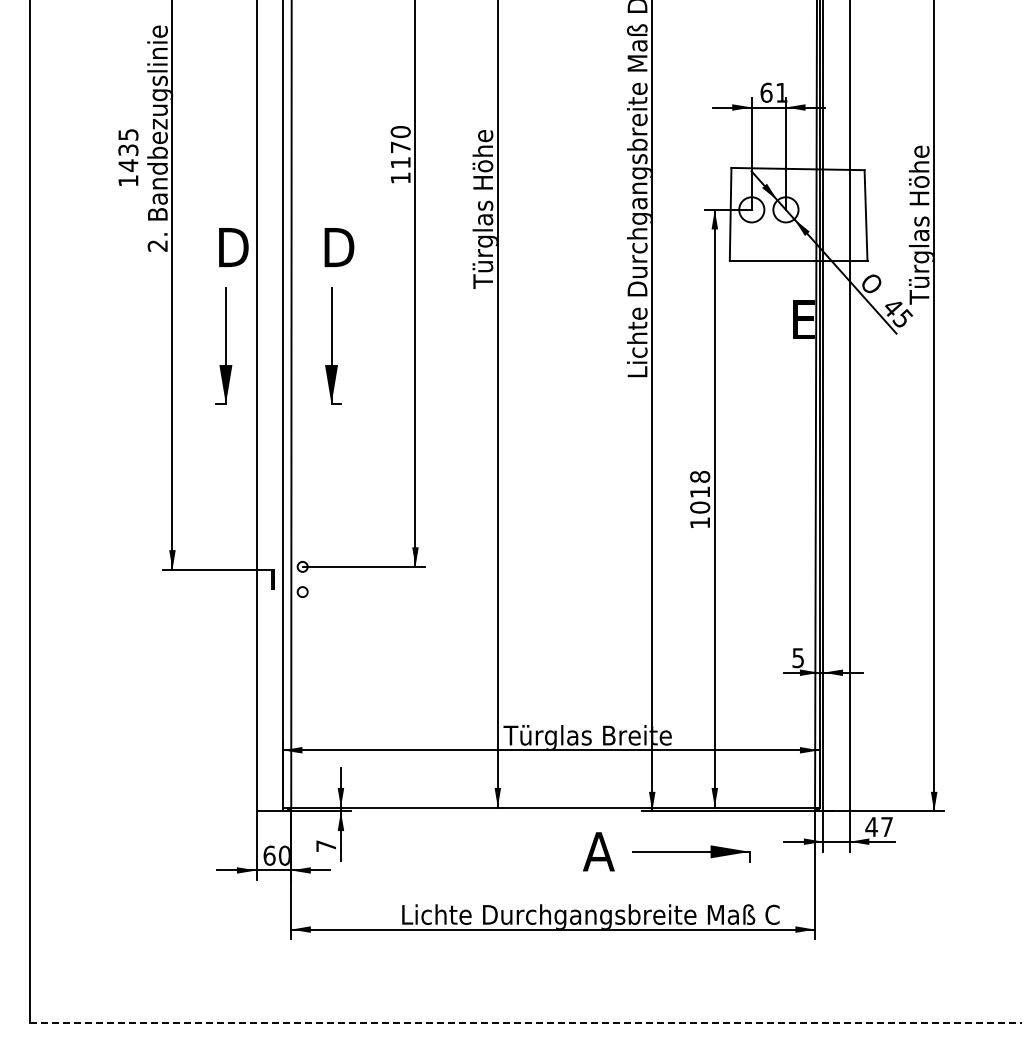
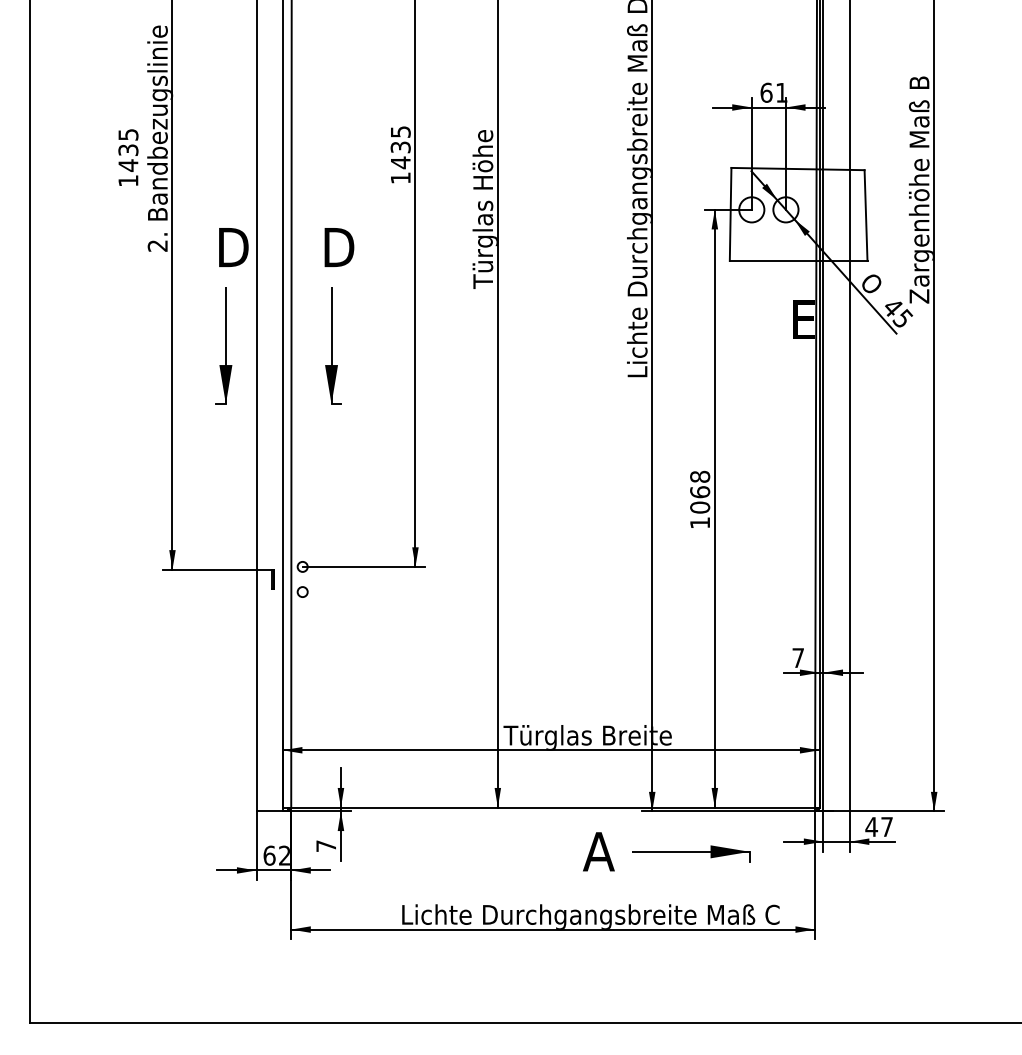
text at (400, 147): 1170 -> 1435
text at (920, 190): Türglas Höhe -> Zargenhöhe Maß B
text at (700, 492): 1018 -> 1068
text at (797, 658): 5 -> 7
text at (284, 855): 60 -> 62
line at (526, 1023): dashed -> solid
